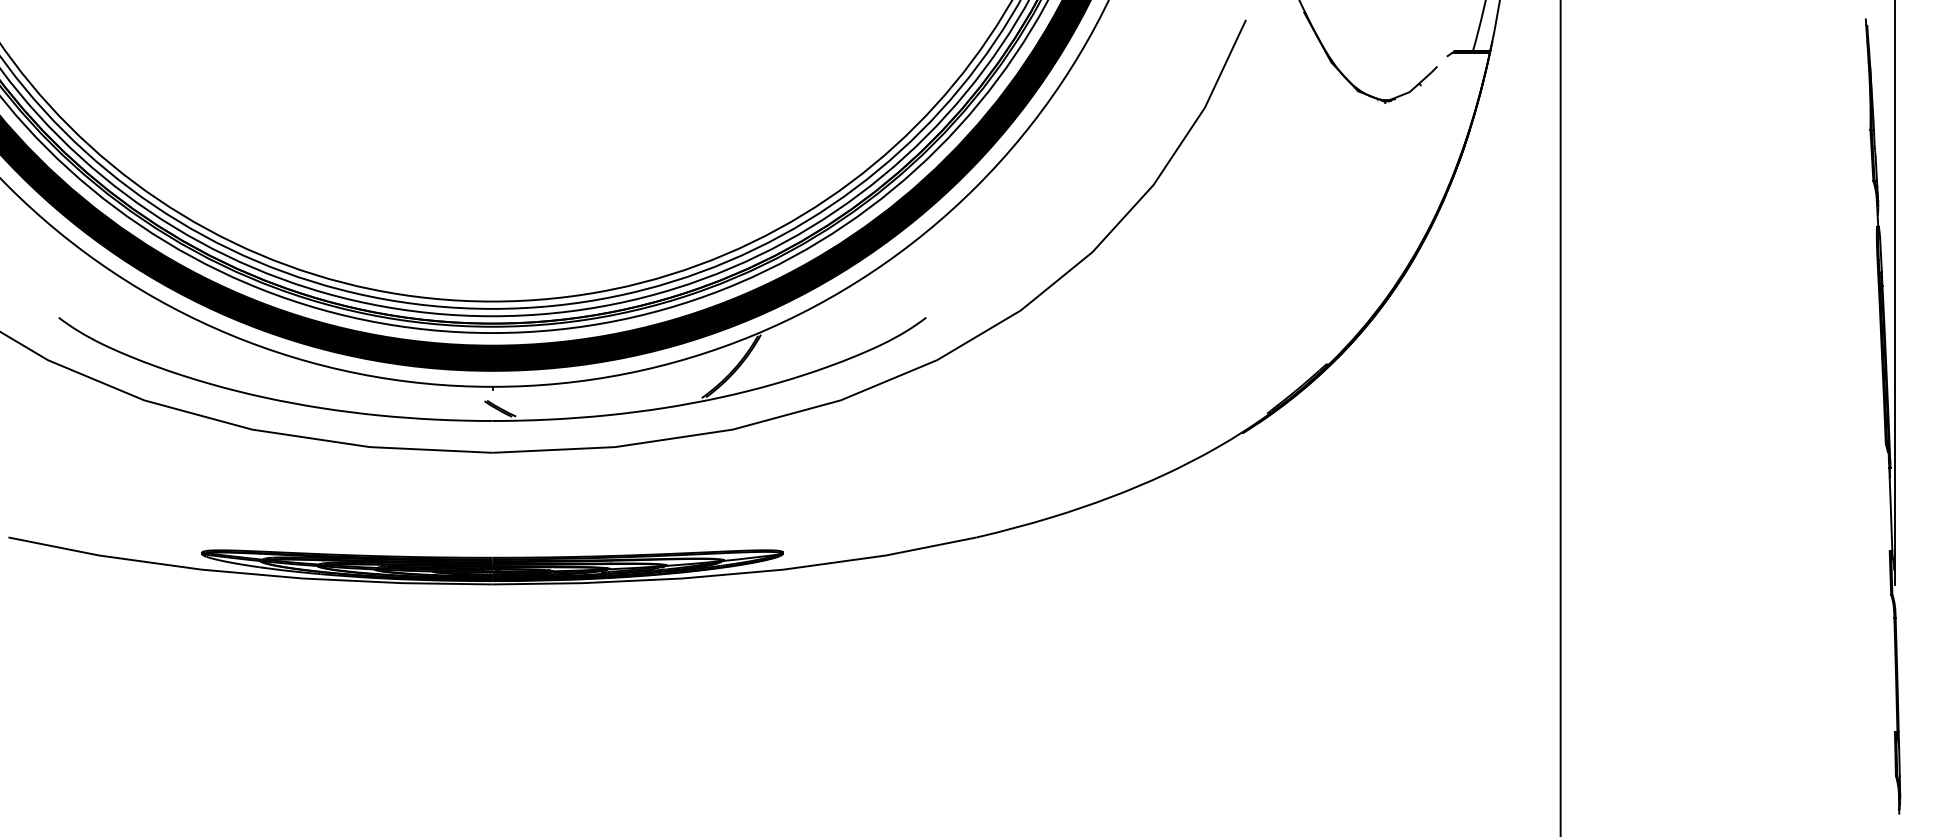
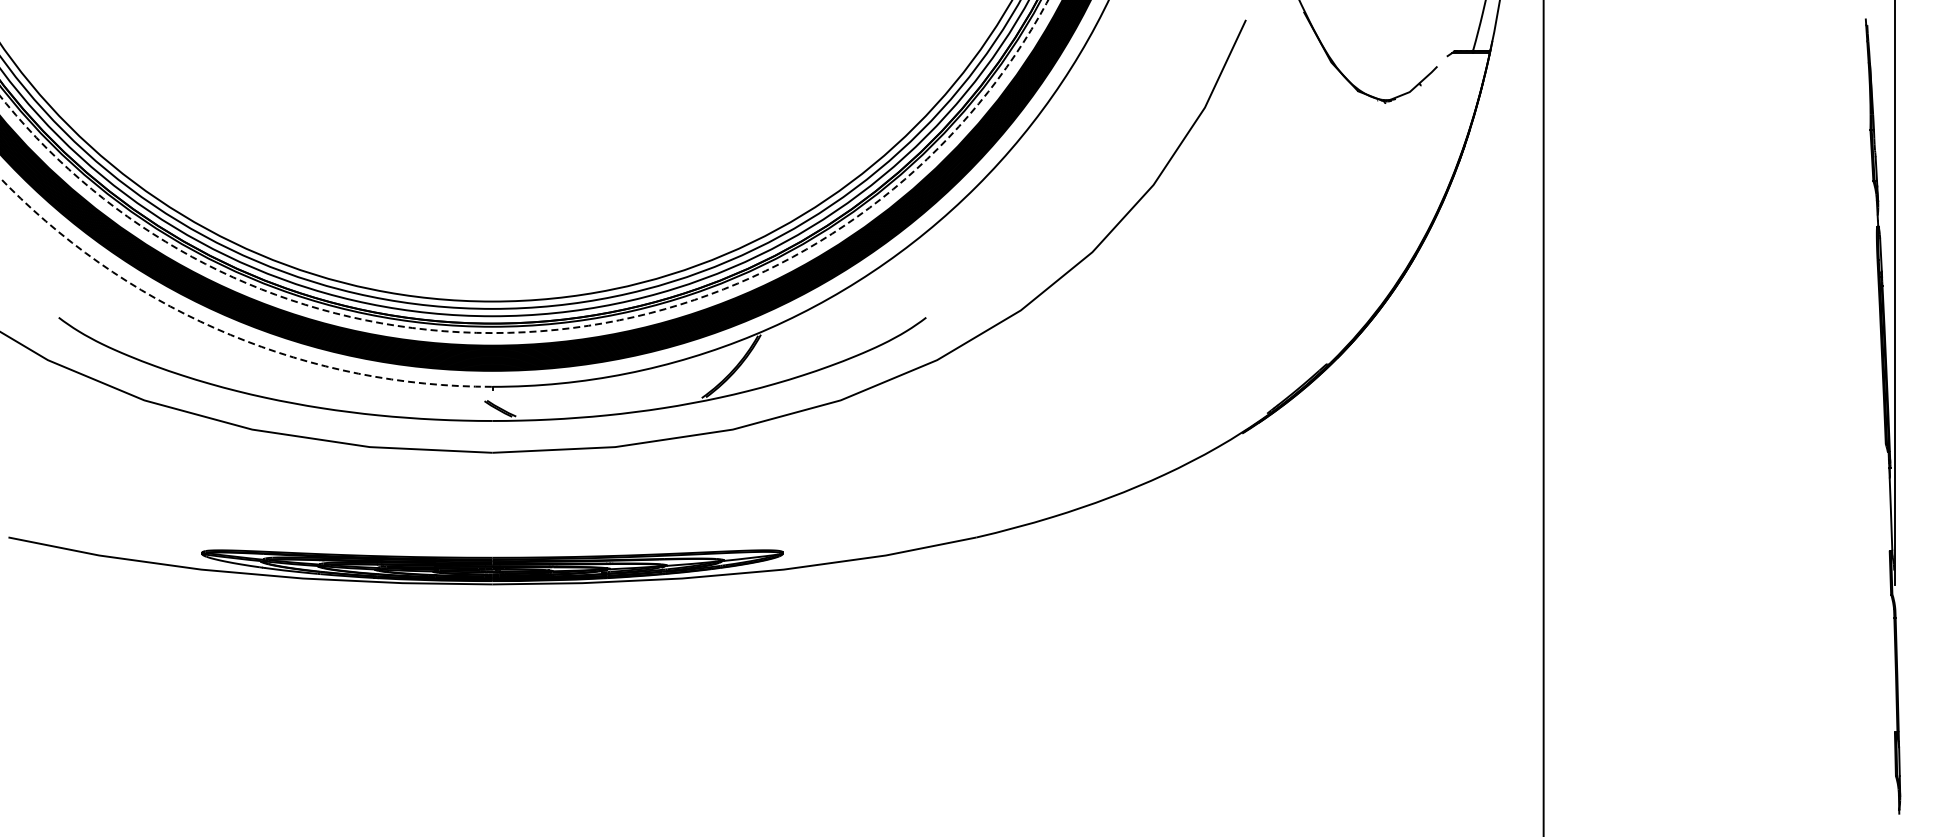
circle at (523, 166): solid -> dashed
arc at (225, 332): solid -> dashed
line at (1560, 417) position: (1560, 417) -> (1543, 417)
